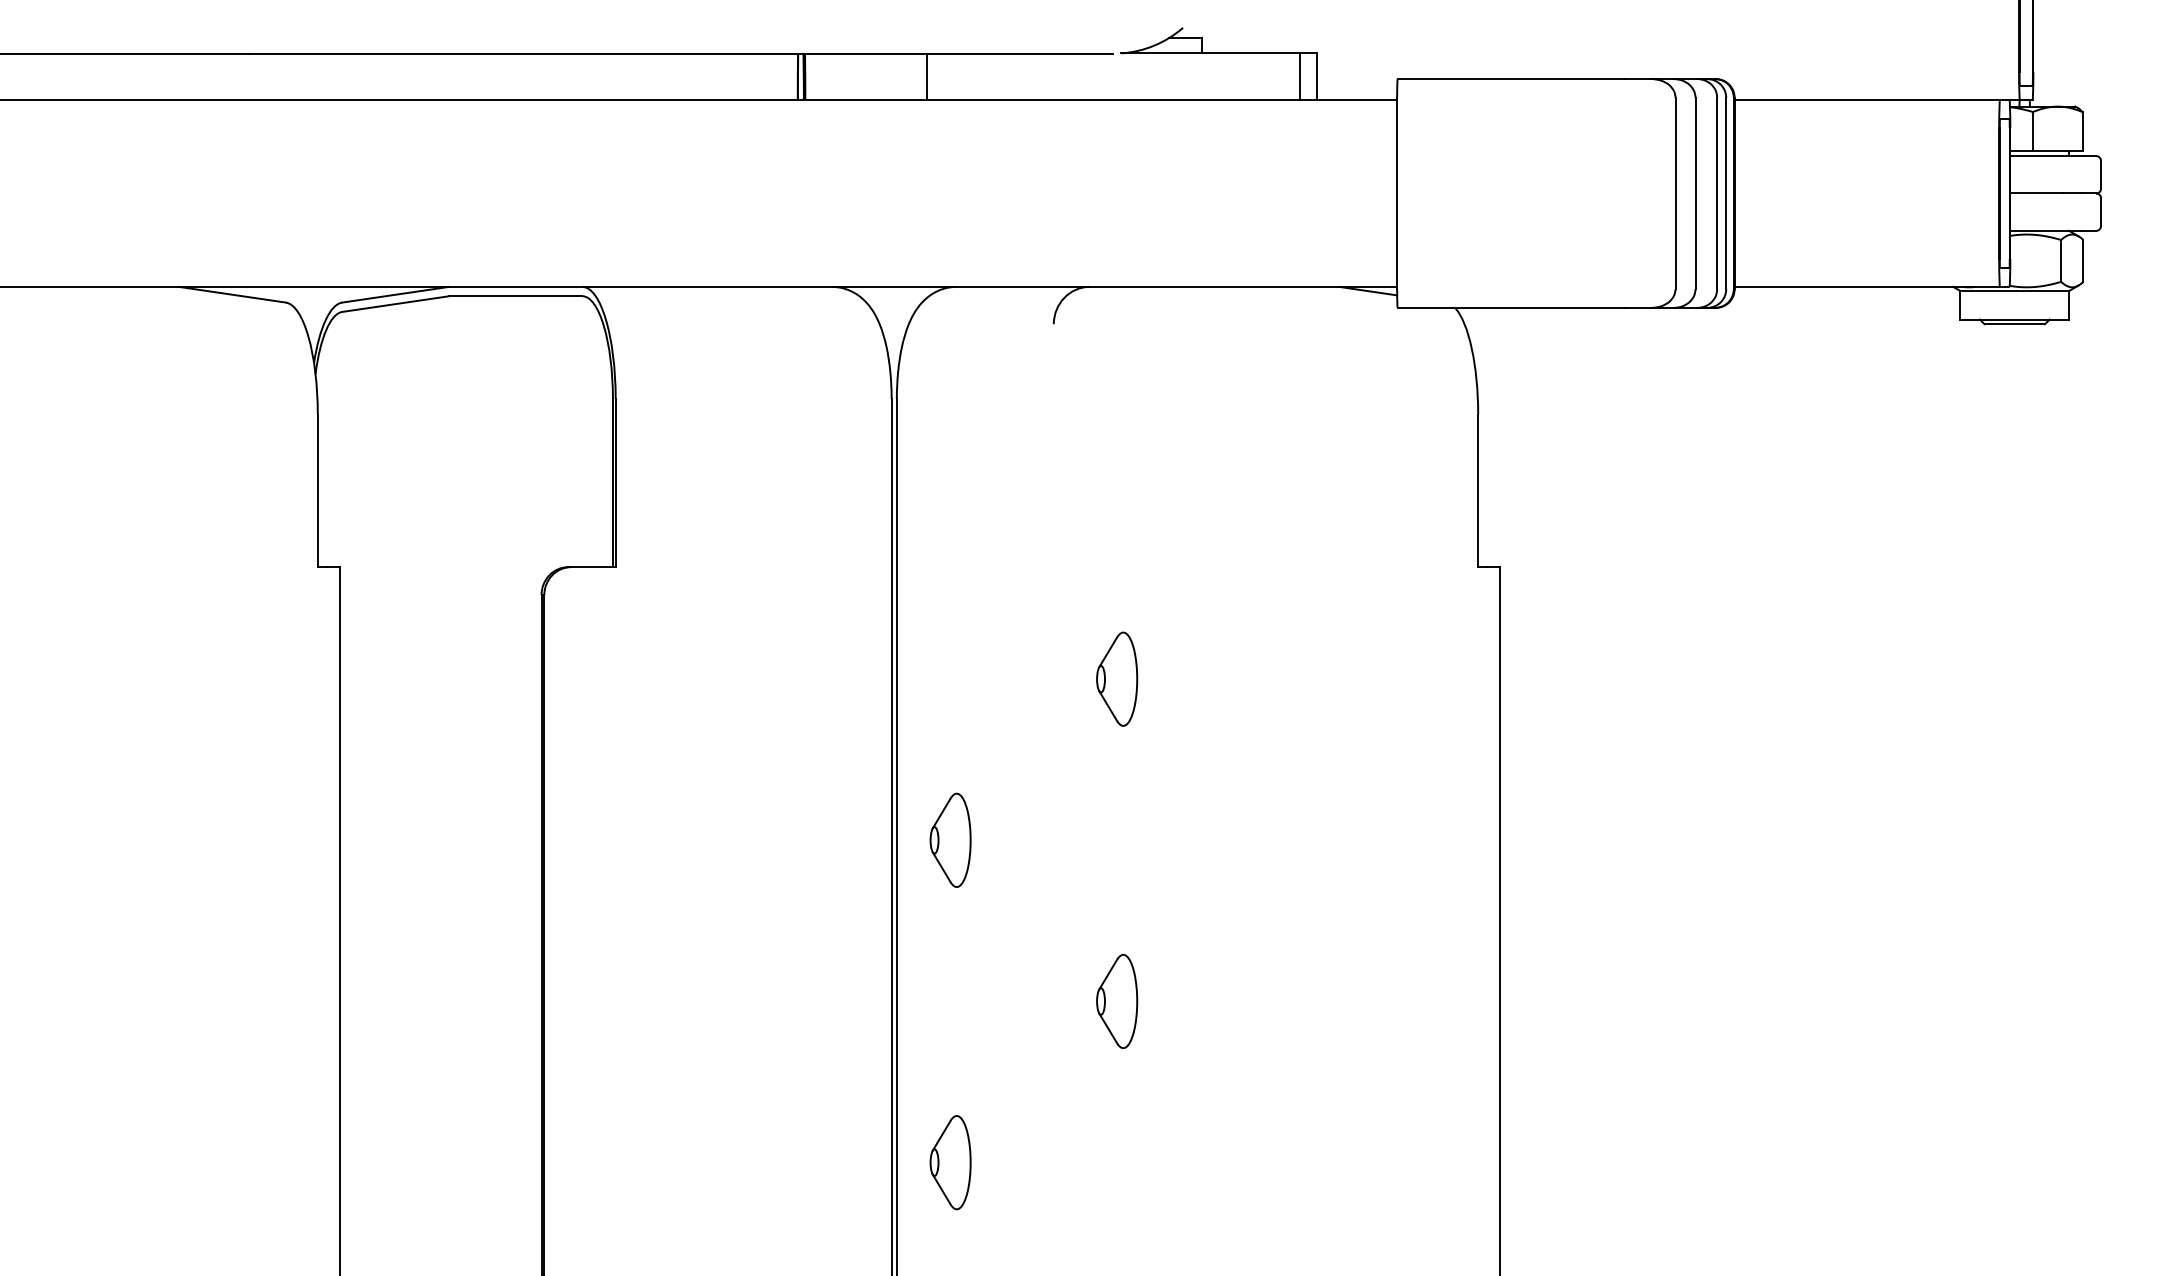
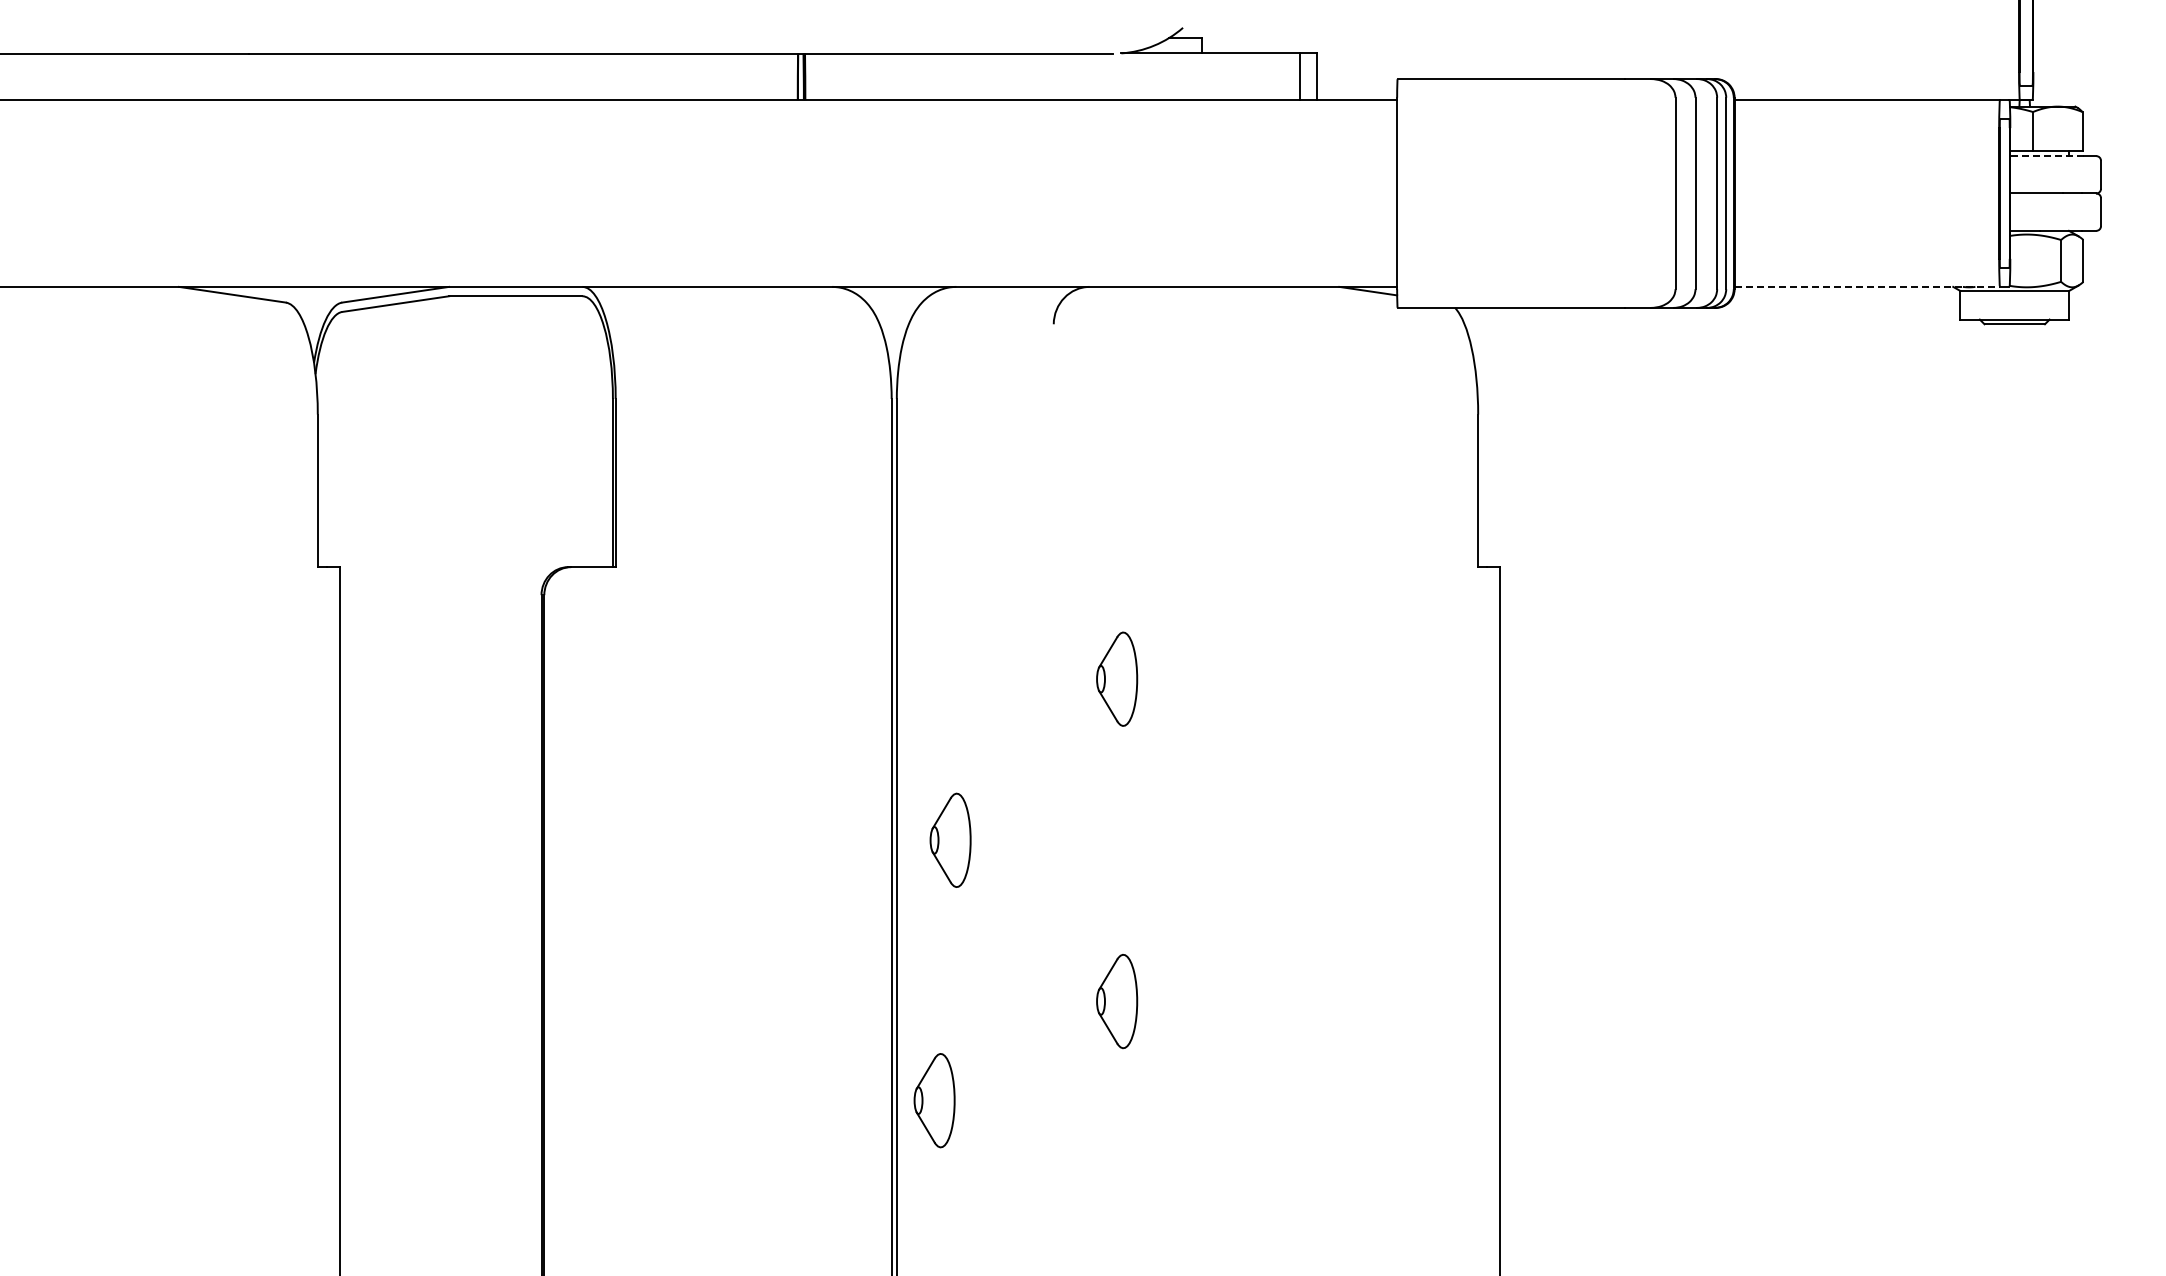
line at (926, 76): present -> none
line at (2047, 156): solid -> dashed
line at (1867, 286): solid -> dashed
part at (950, 1162) position: (950, 1162) -> (934, 1100)
